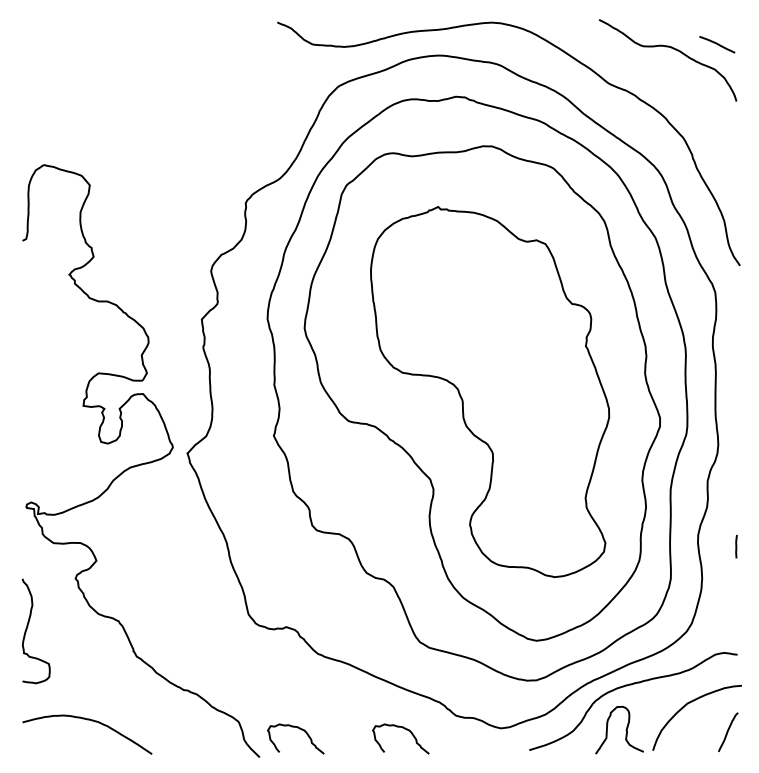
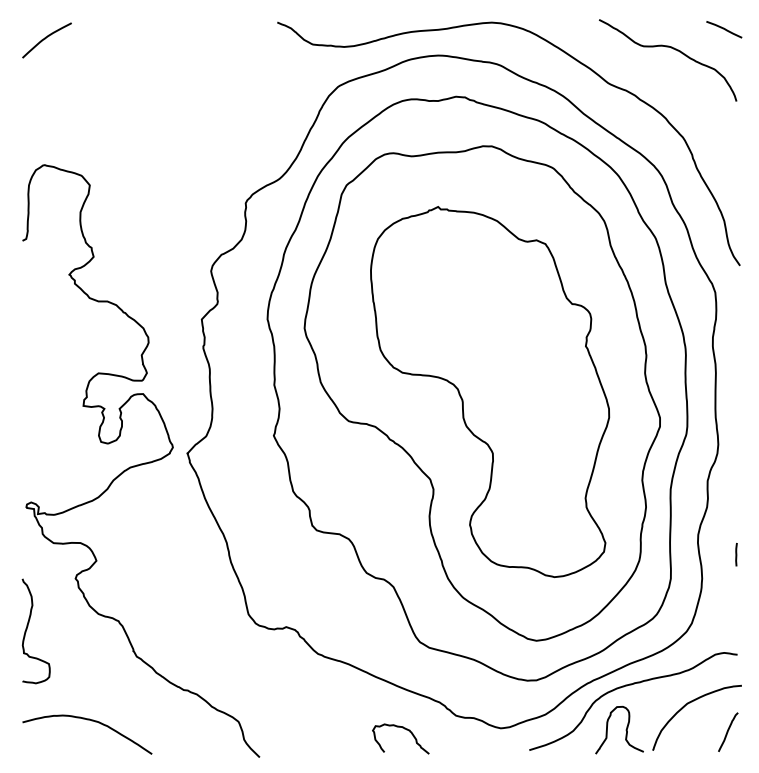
curve at (45, 39): none -> present
line at (717, 44) position: (717, 44) -> (724, 29)
line at (736, 546) position: (736, 546) -> (736, 554)
curve at (299, 729): present -> none
